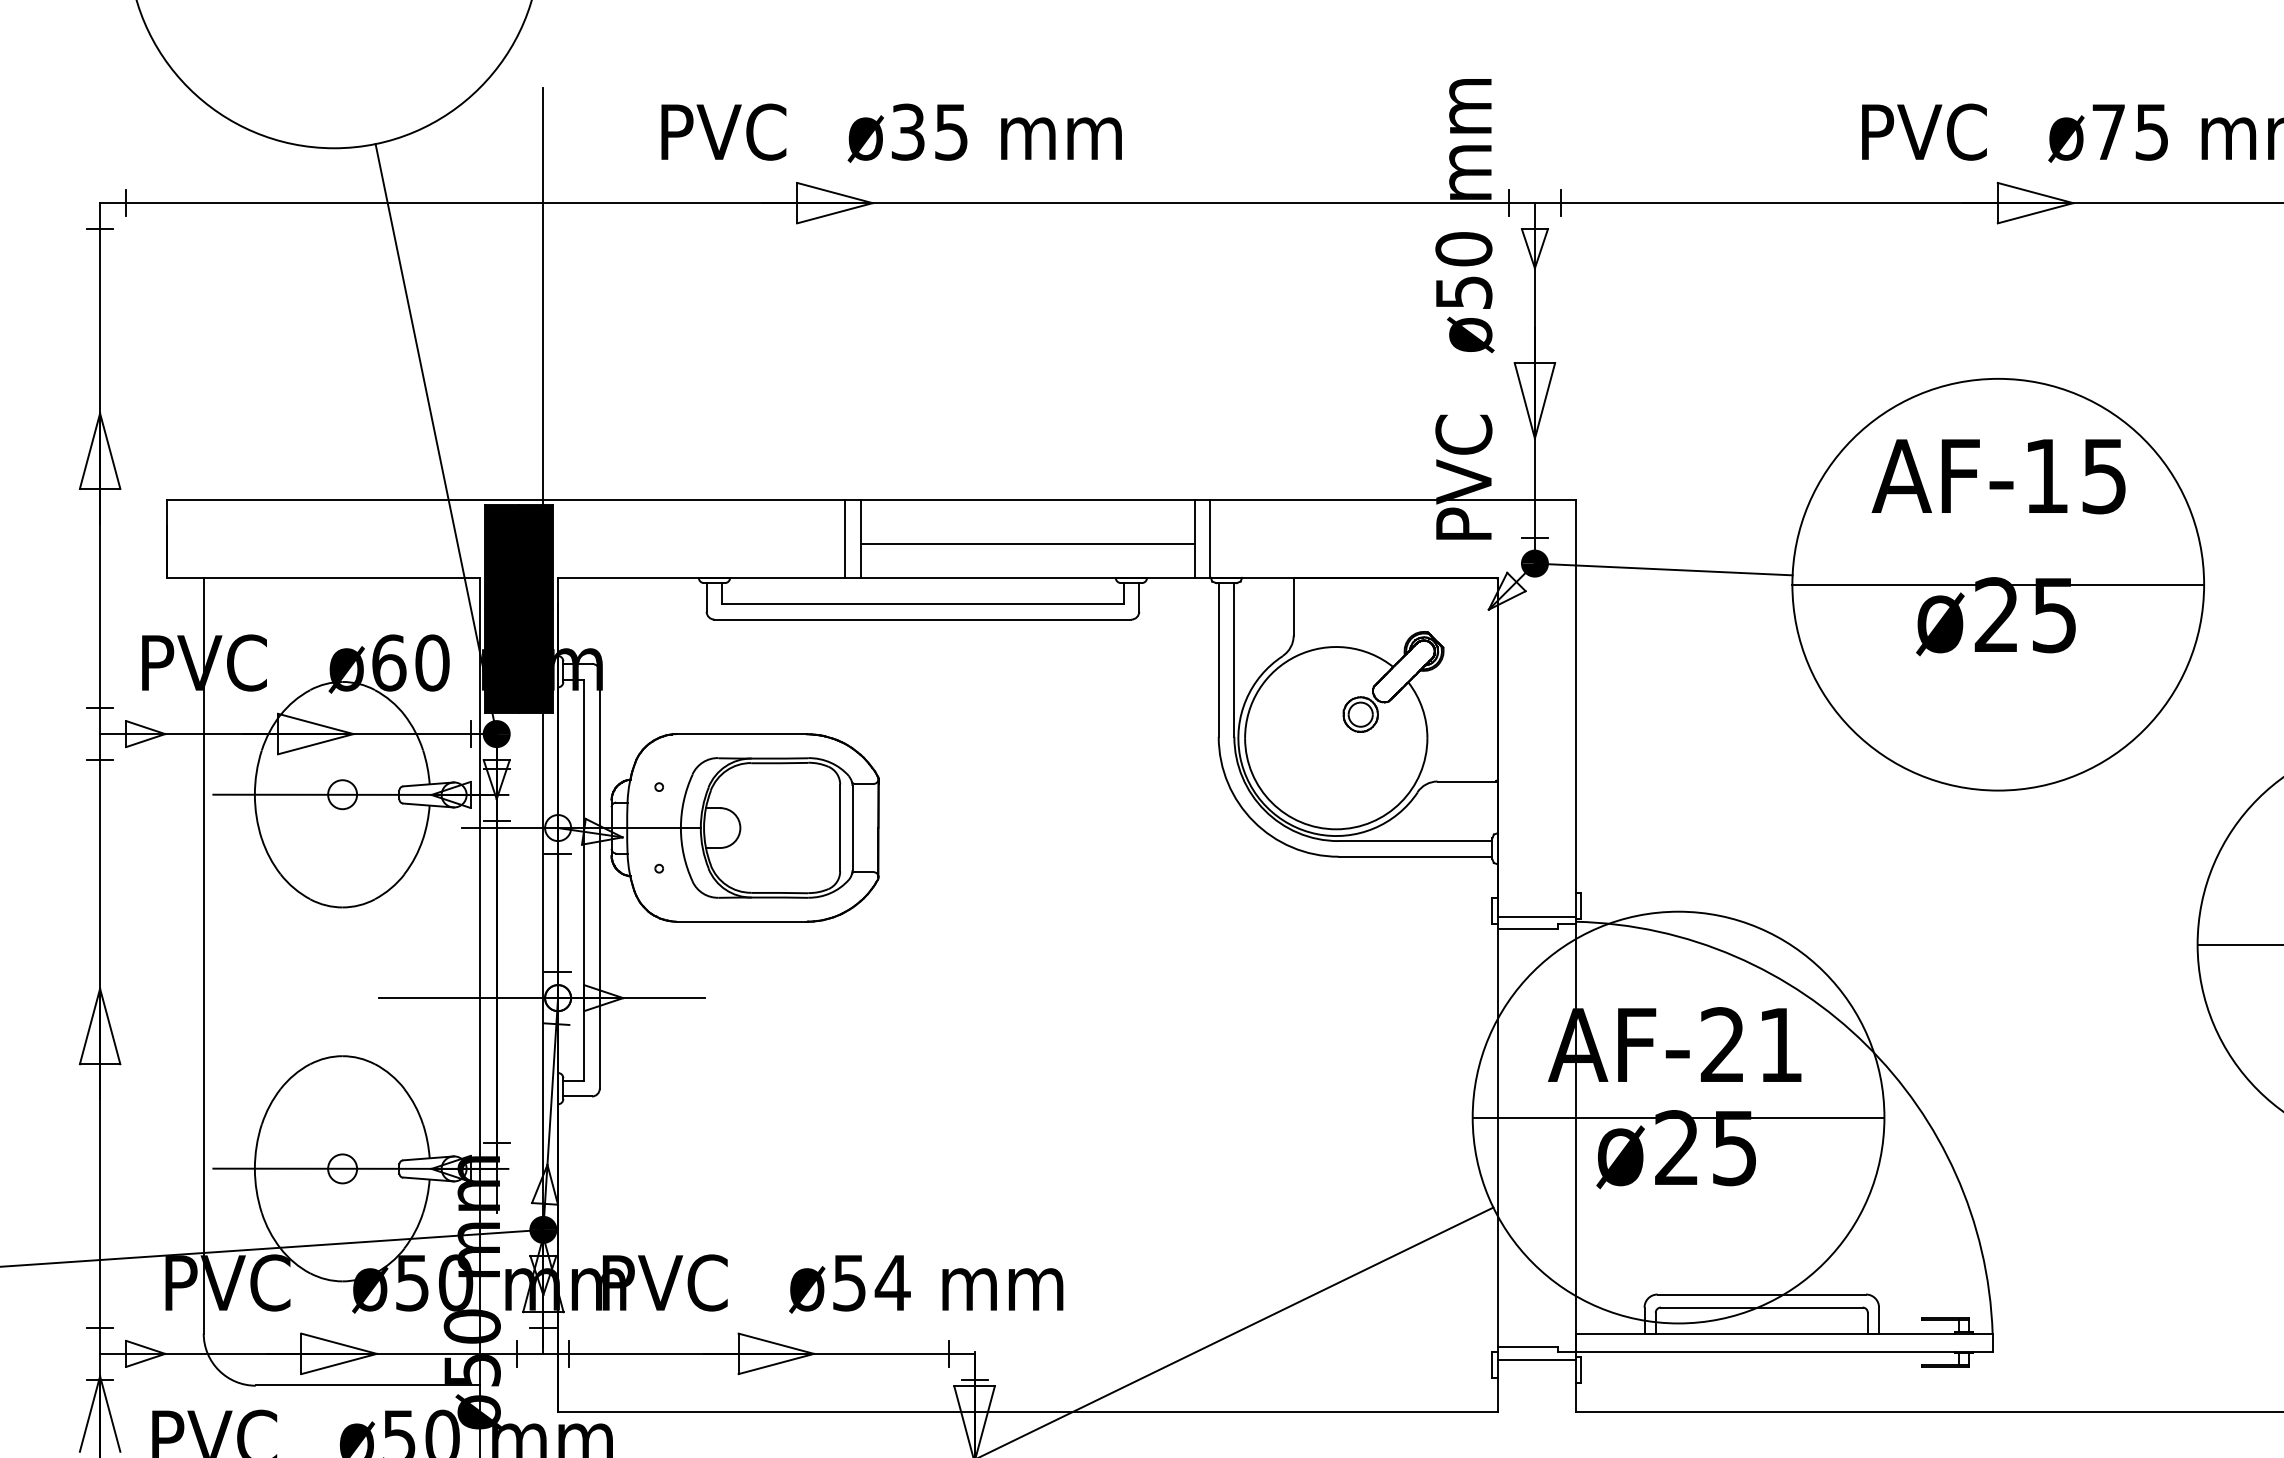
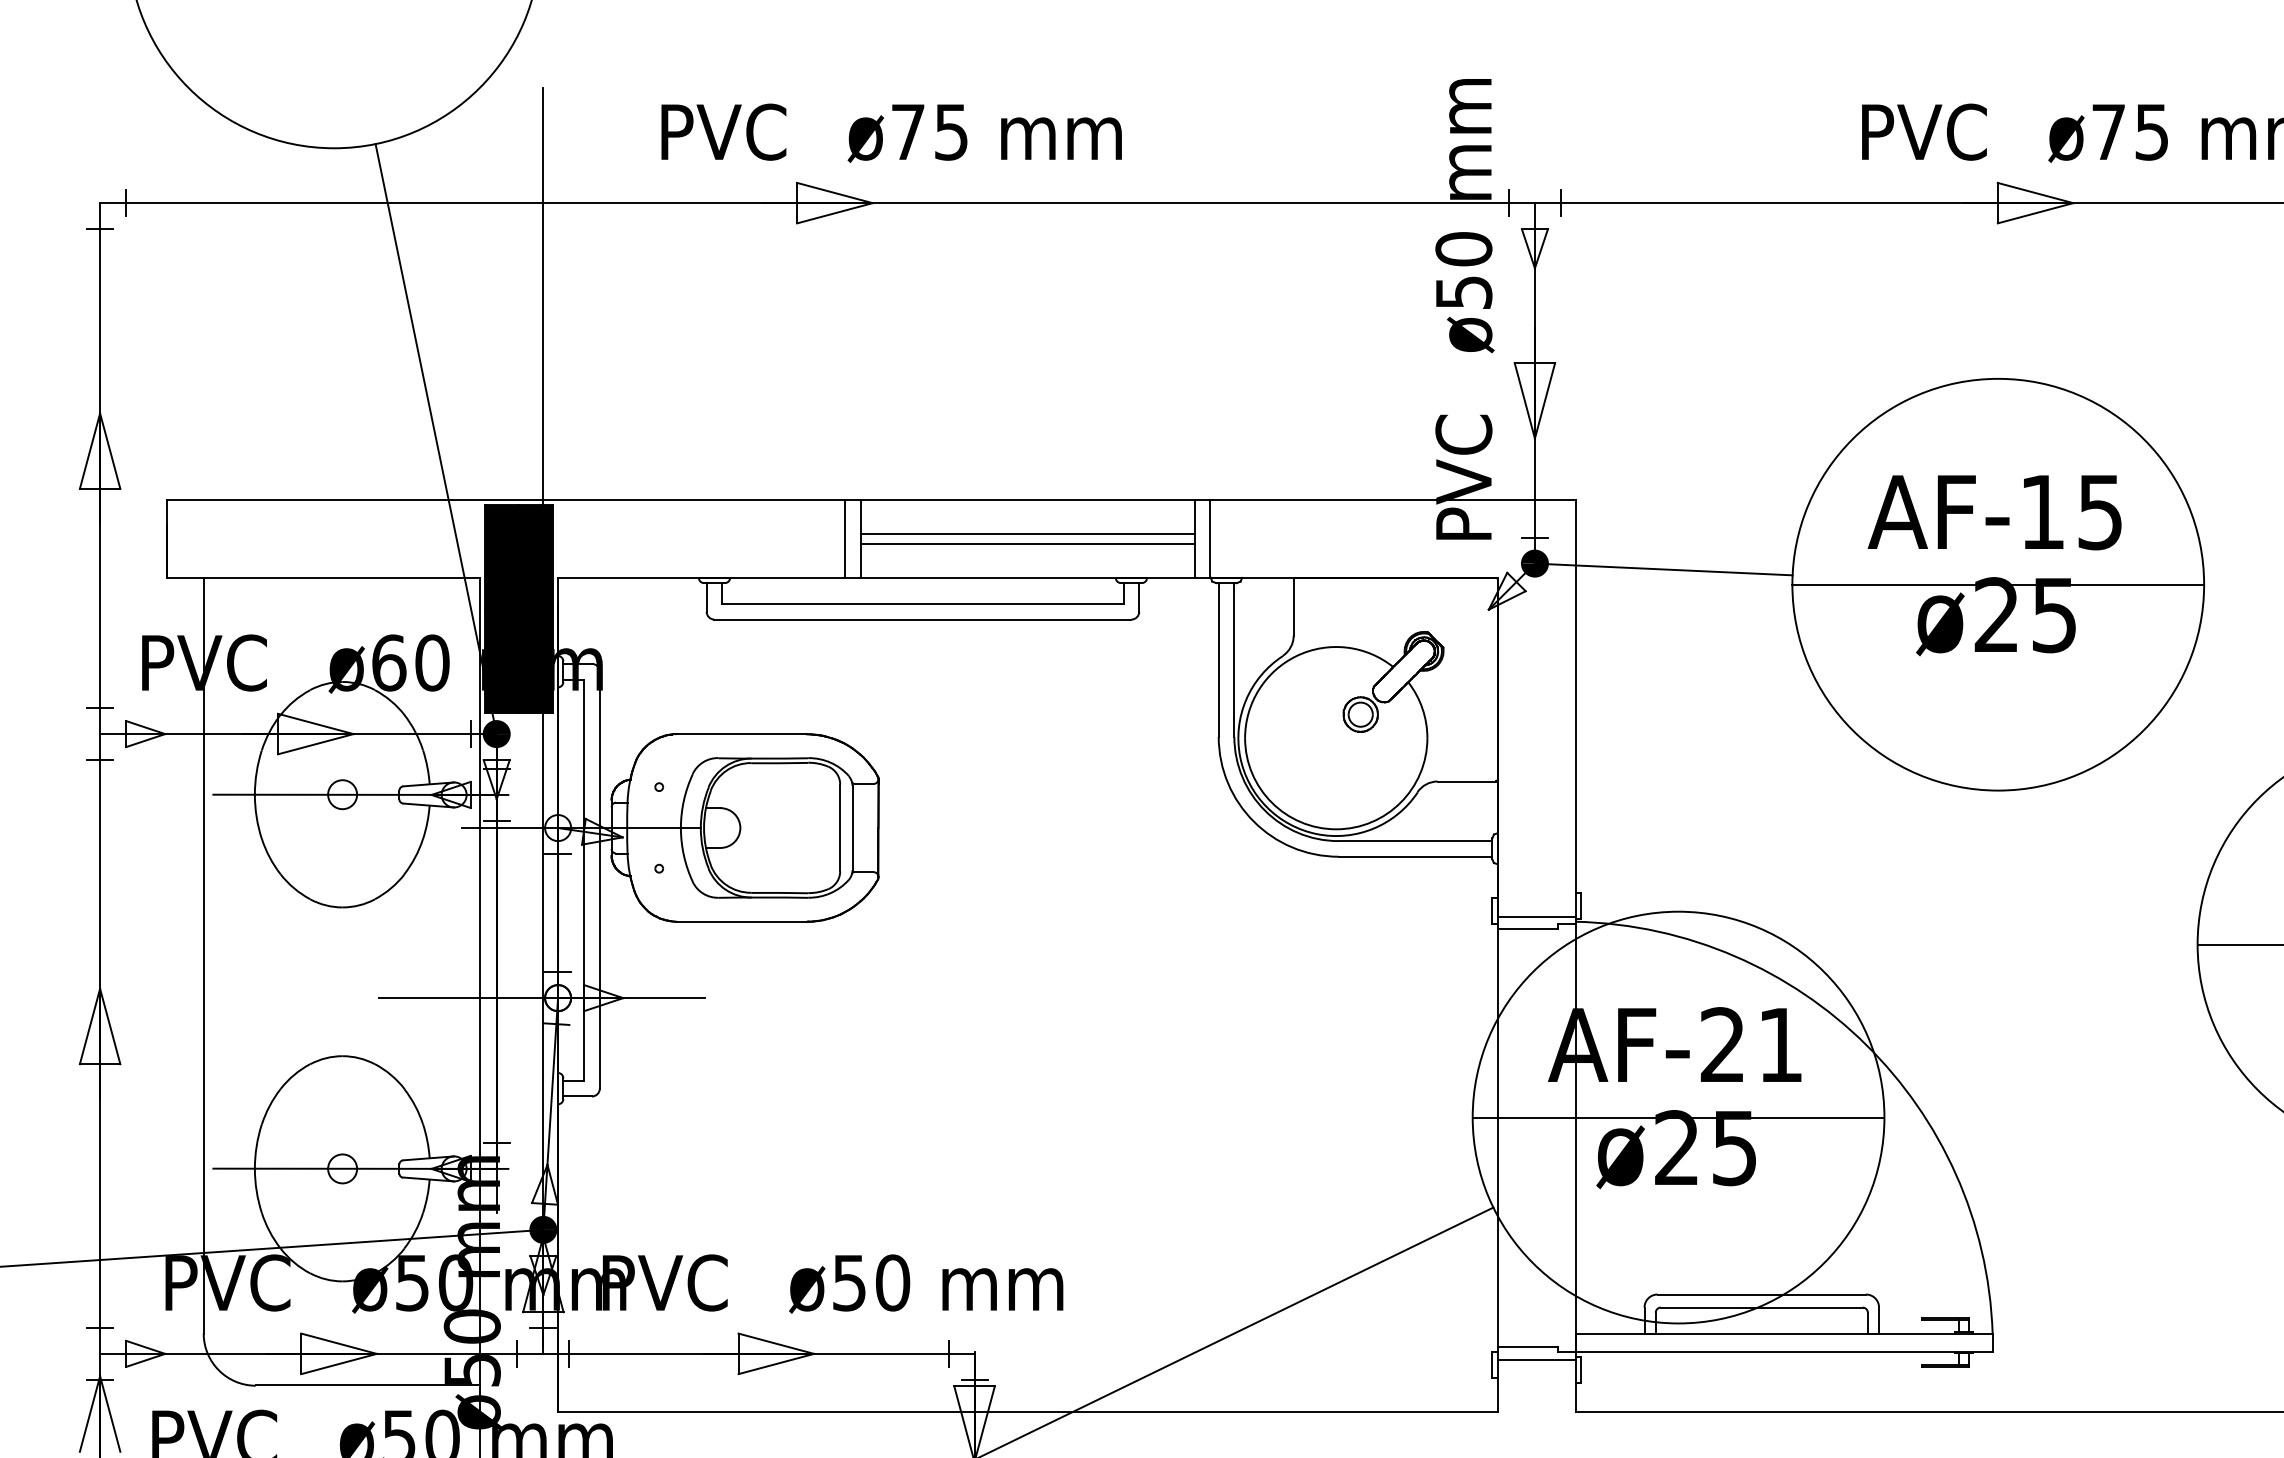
text at (907, 131): ø35 -> ø75
text at (1998, 476) position: (1998, 476) -> (1994, 512)
line at (1027, 533): none -> present
text at (892, 1282): ø54 -> ø50
